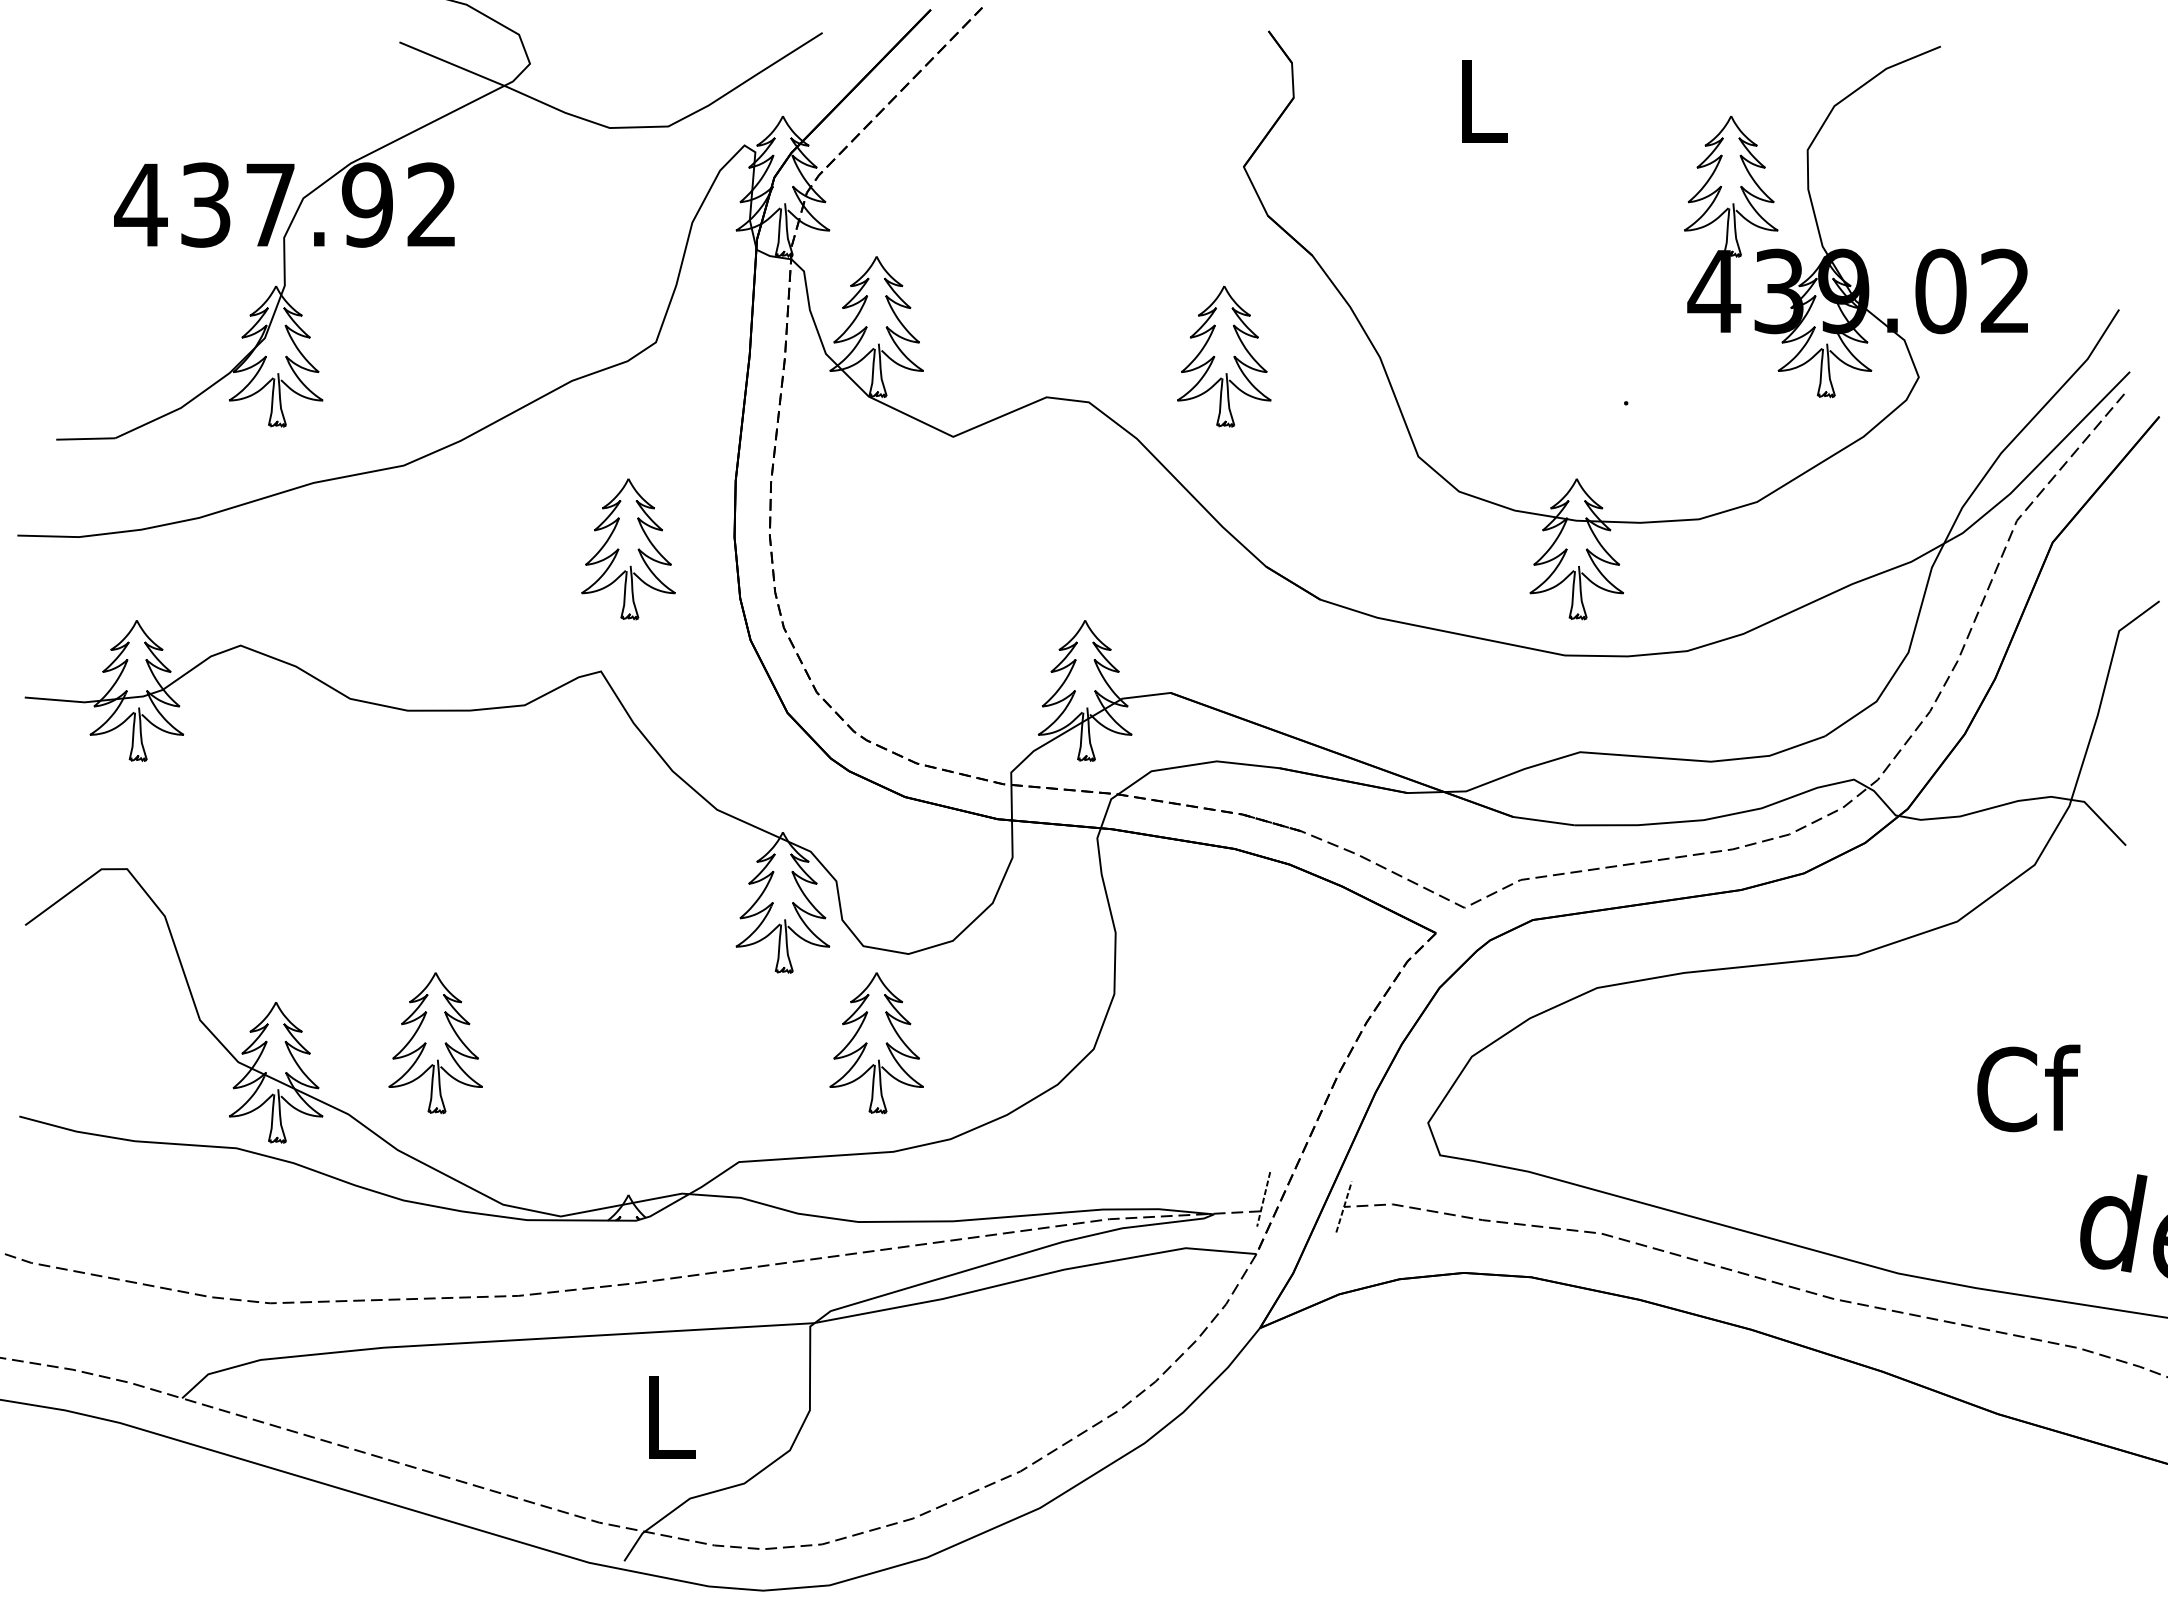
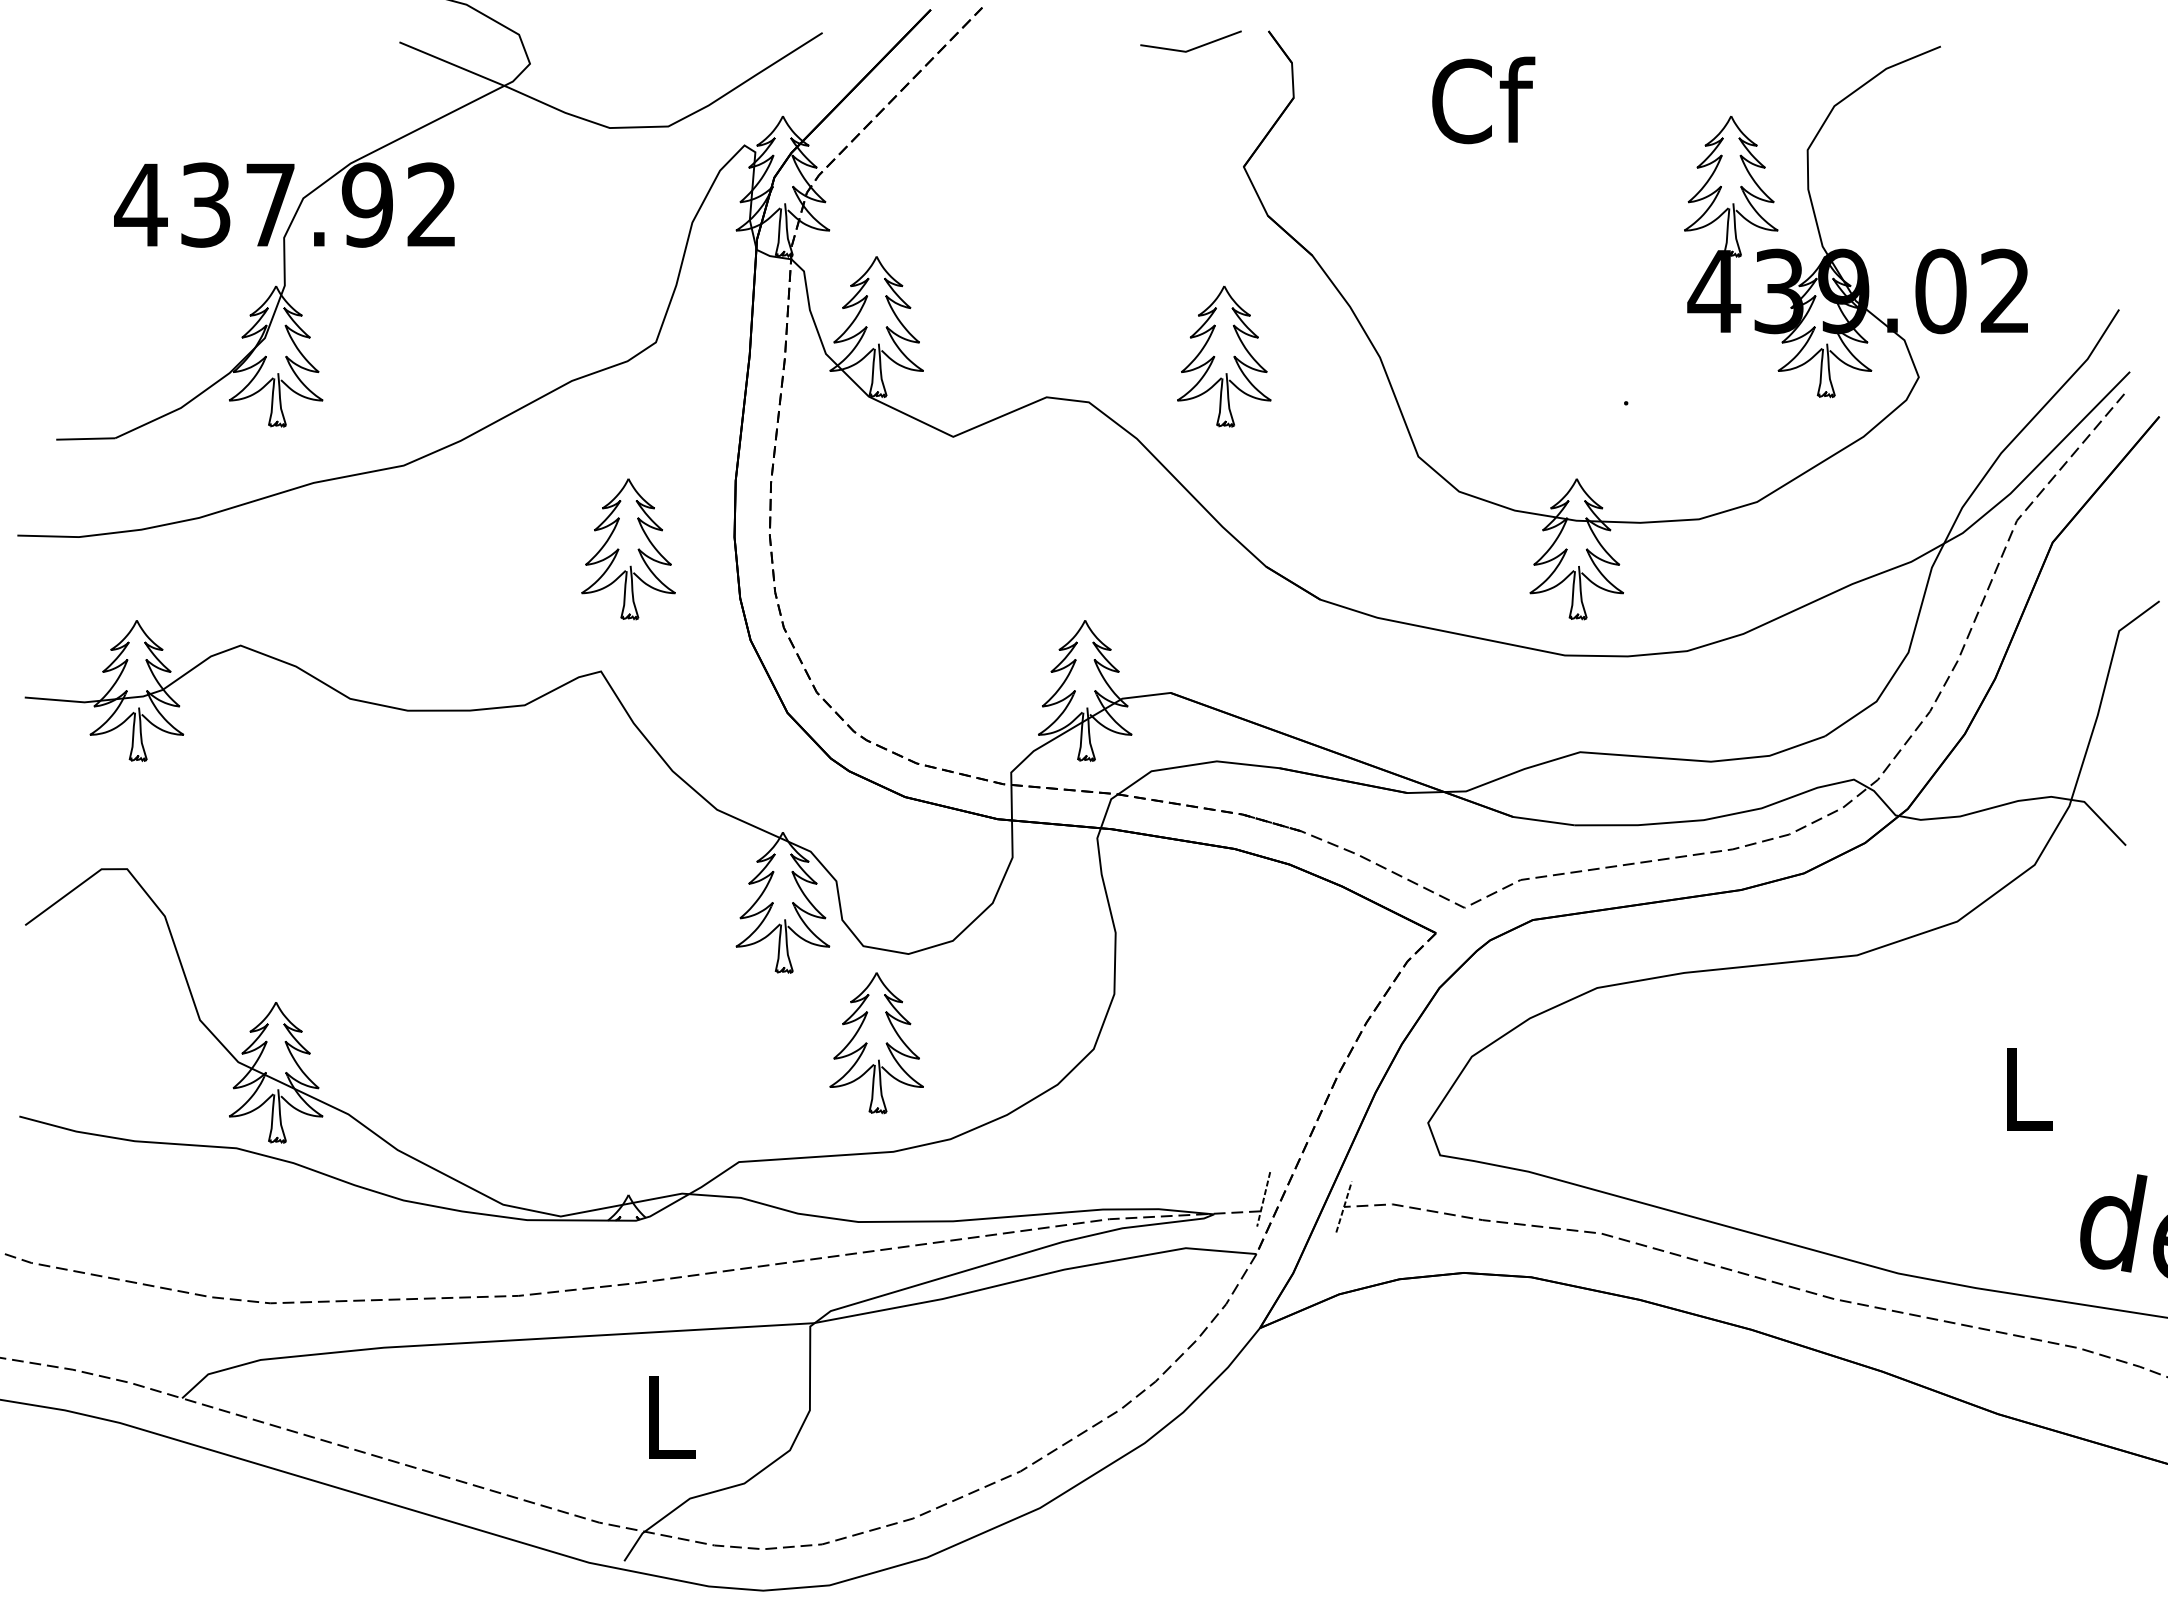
line at (1191, 48): none -> present
text at (1483, 100): L -> Cf
part at (435, 1043): present -> none
text at (2028, 1088): Cf -> L
